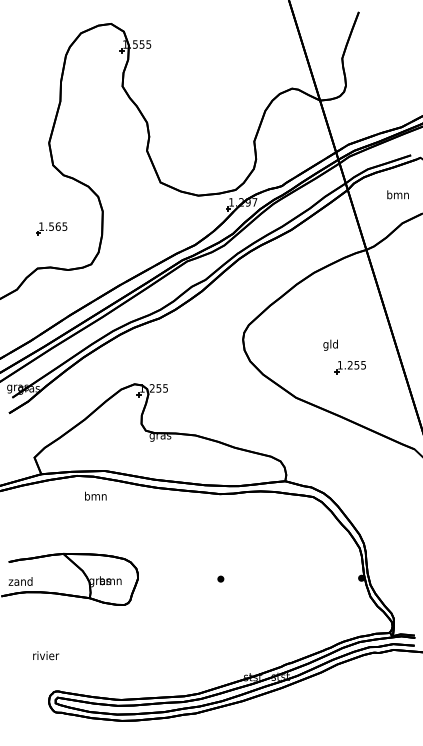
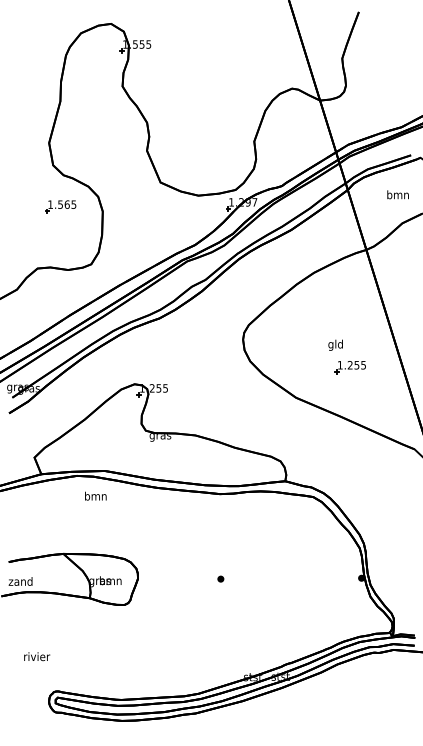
part at (51, 228) position: (51, 228) -> (60, 206)
text at (330, 344) position: (330, 344) -> (335, 344)
text at (46, 655) position: (46, 655) -> (37, 656)
